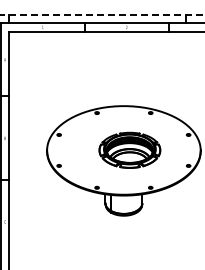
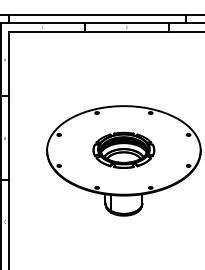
line at (102, 14): dashed -> solid
part at (129, 149) position: (129, 149) -> (123, 149)
